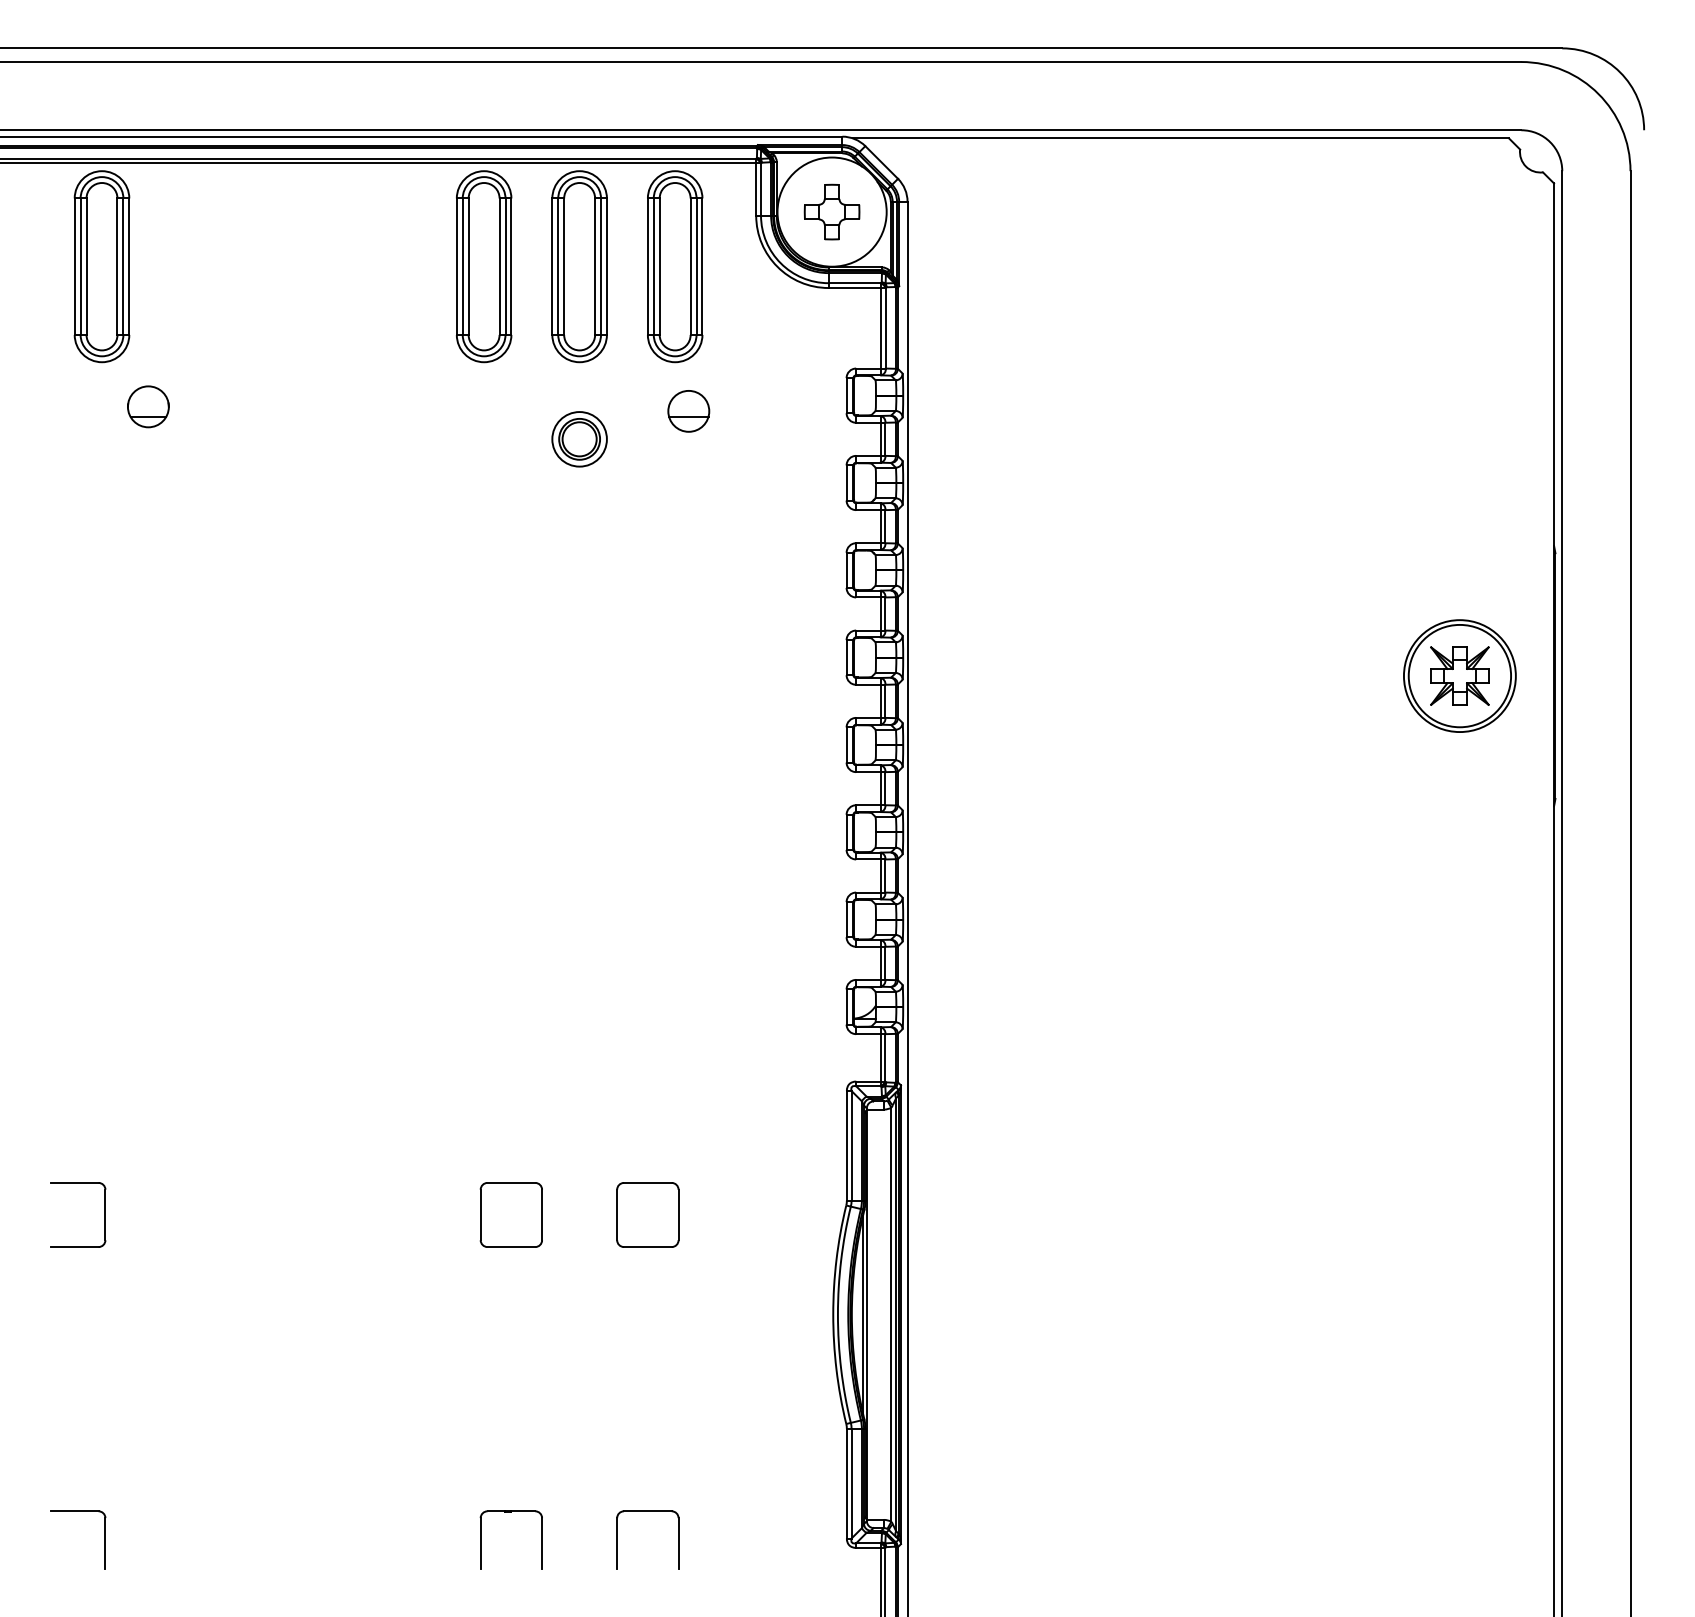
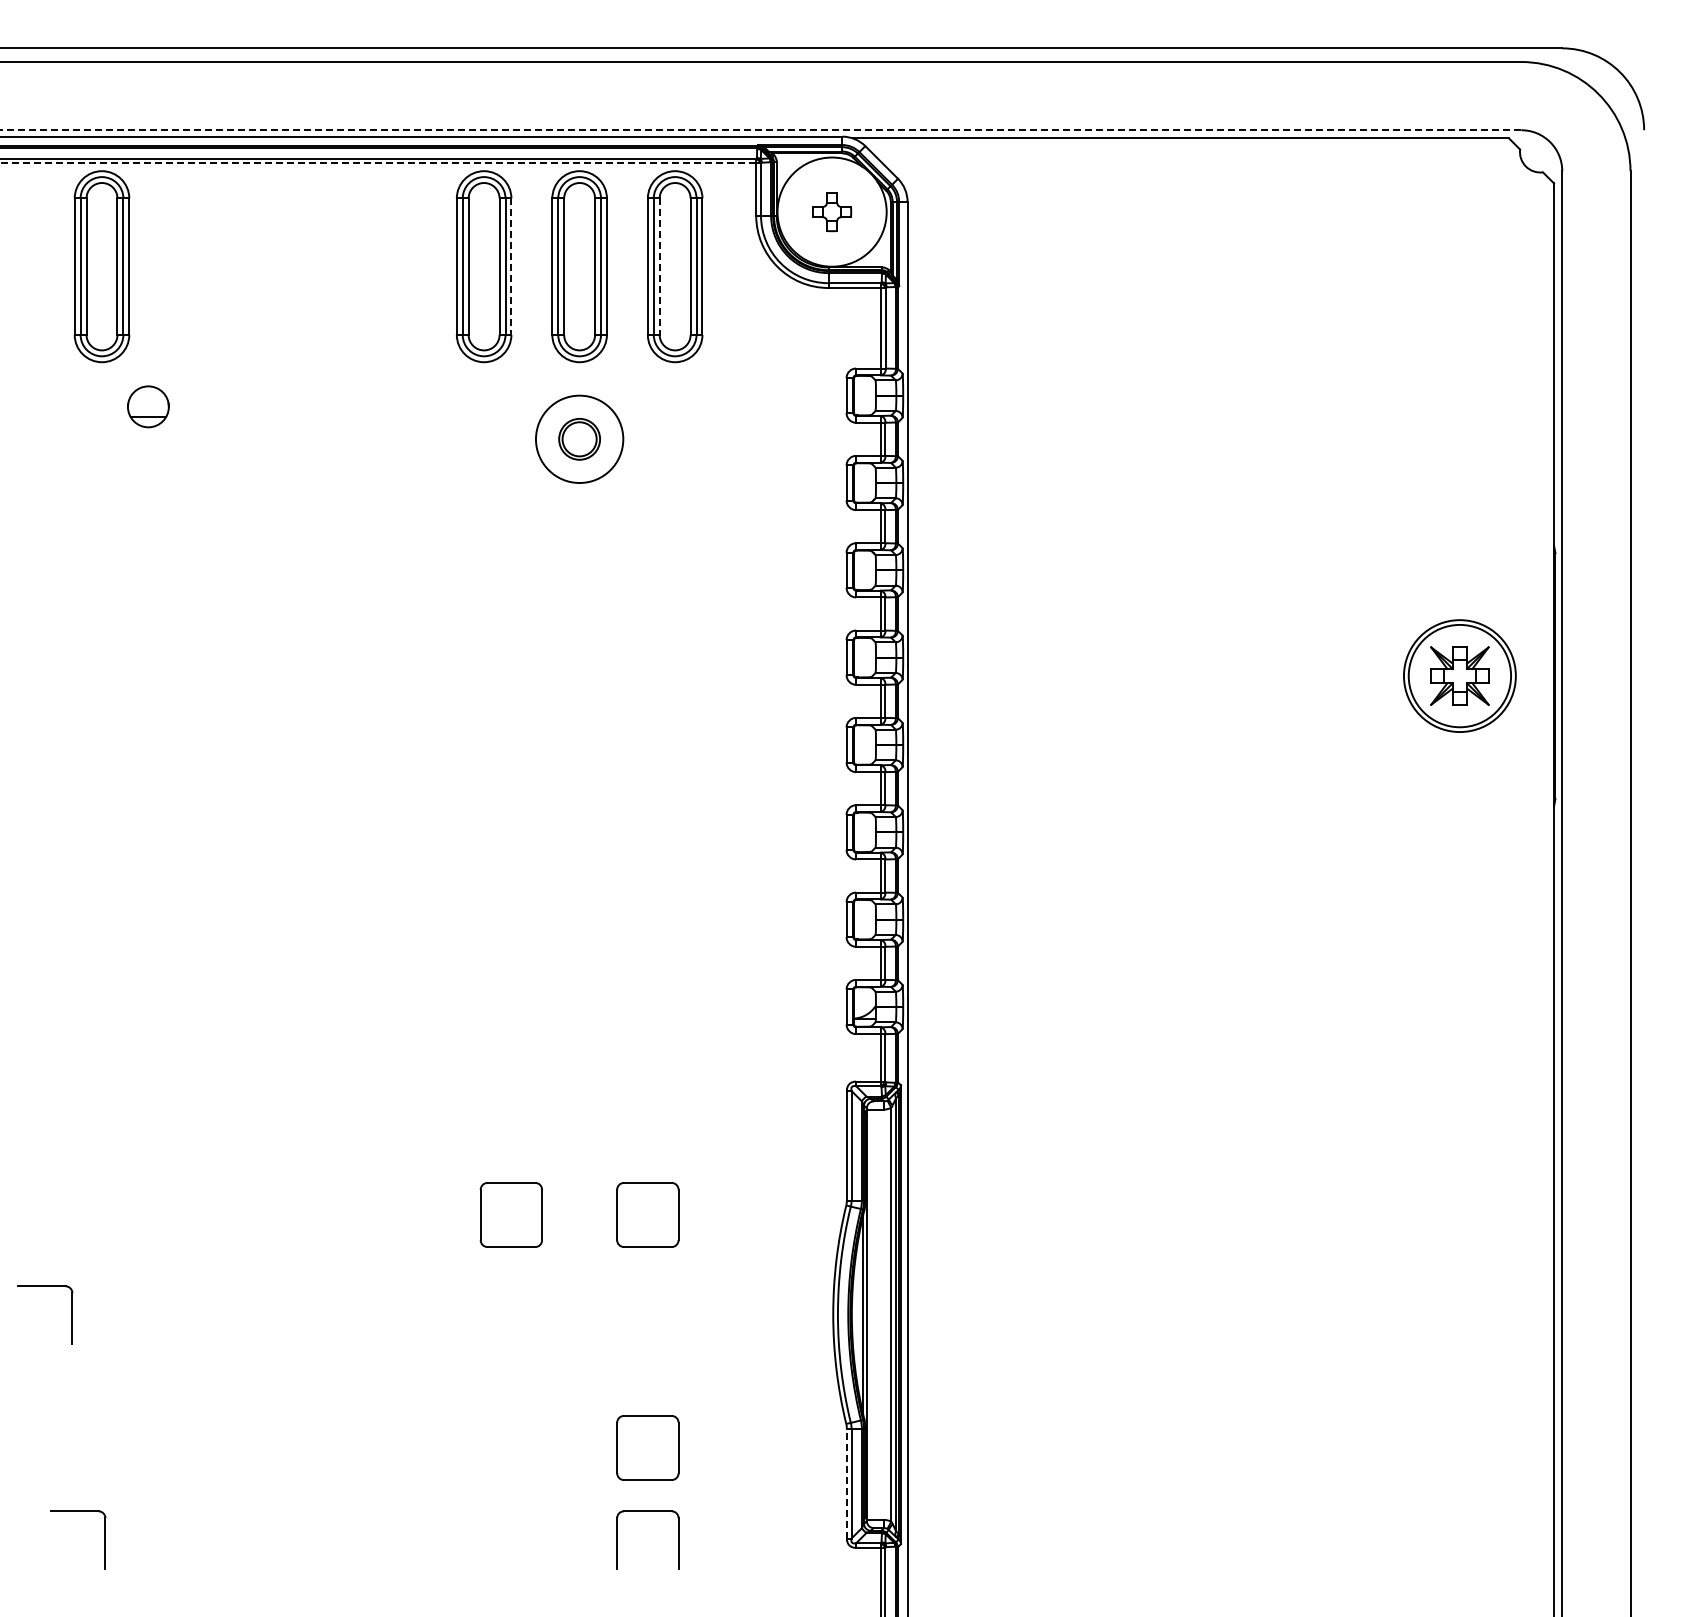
line at (760, 130): solid -> dashed
line at (378, 163): solid -> dashed
part at (831, 211) size: 58x58 px -> 41x41 px
line at (511, 267): solid -> dashed
line at (659, 267): solid -> dashed
part at (688, 411): present -> none
circle at (579, 439) diameter: 55 px -> 87 px
part at (104, 1214): present -> none
part at (71, 1314): none -> present
part at (647, 1447): none -> present
line at (846, 1483): solid -> dashed
part at (510, 1512): present -> none
